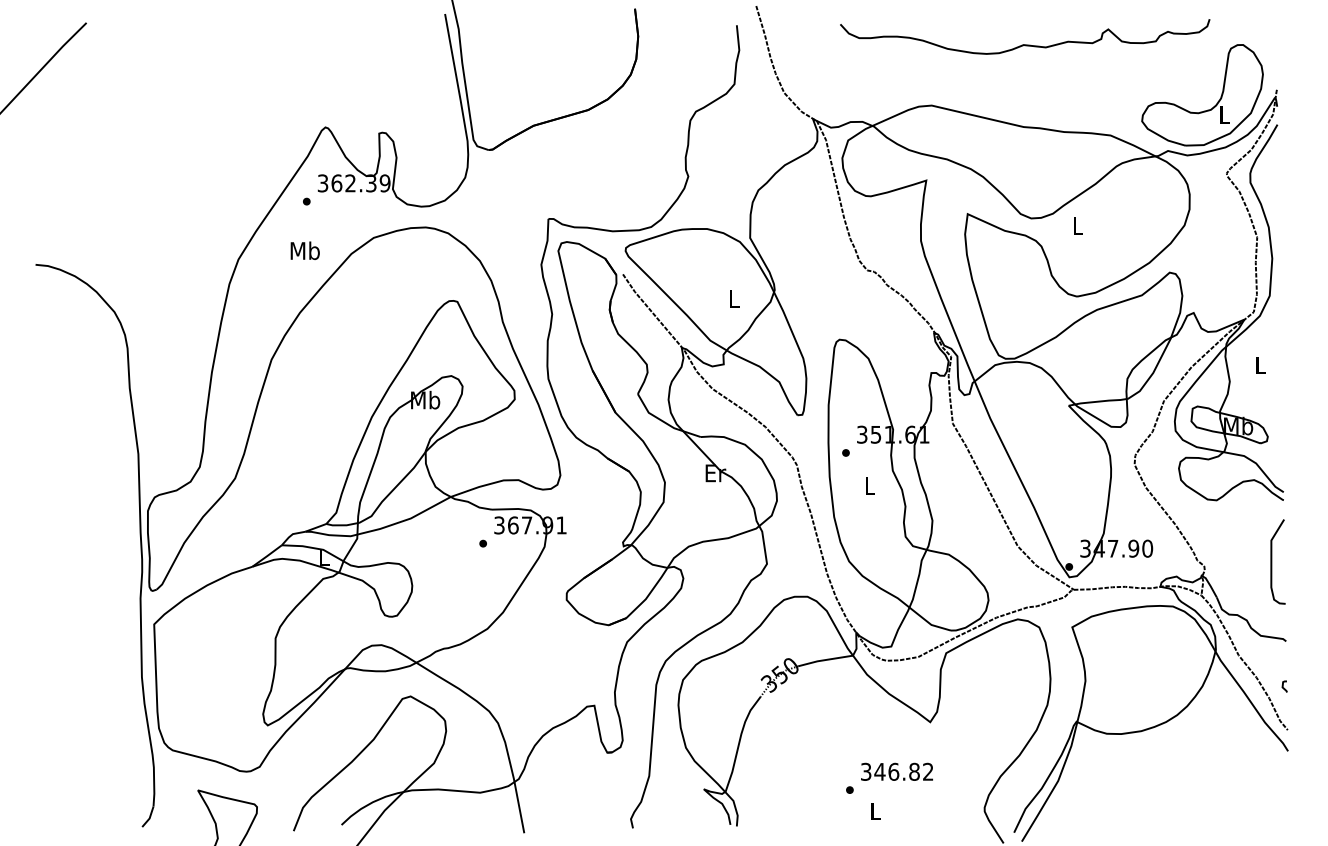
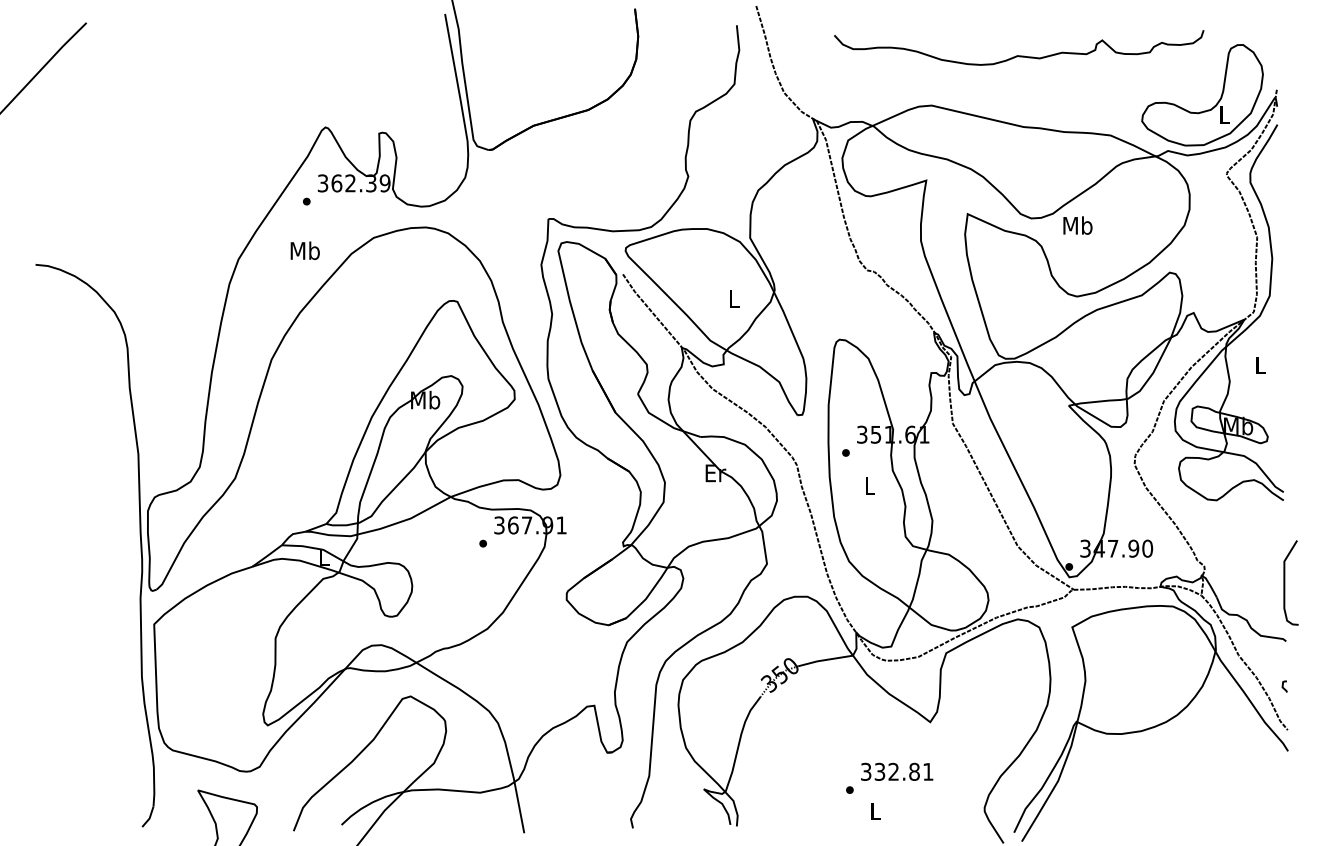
curve at (1025, 44) position: (1025, 44) -> (1019, 55)
text at (1077, 225): L -> Mb
curve at (1272, 561) position: (1272, 561) -> (1285, 582)
text at (903, 771): 346.82 -> 332.81
